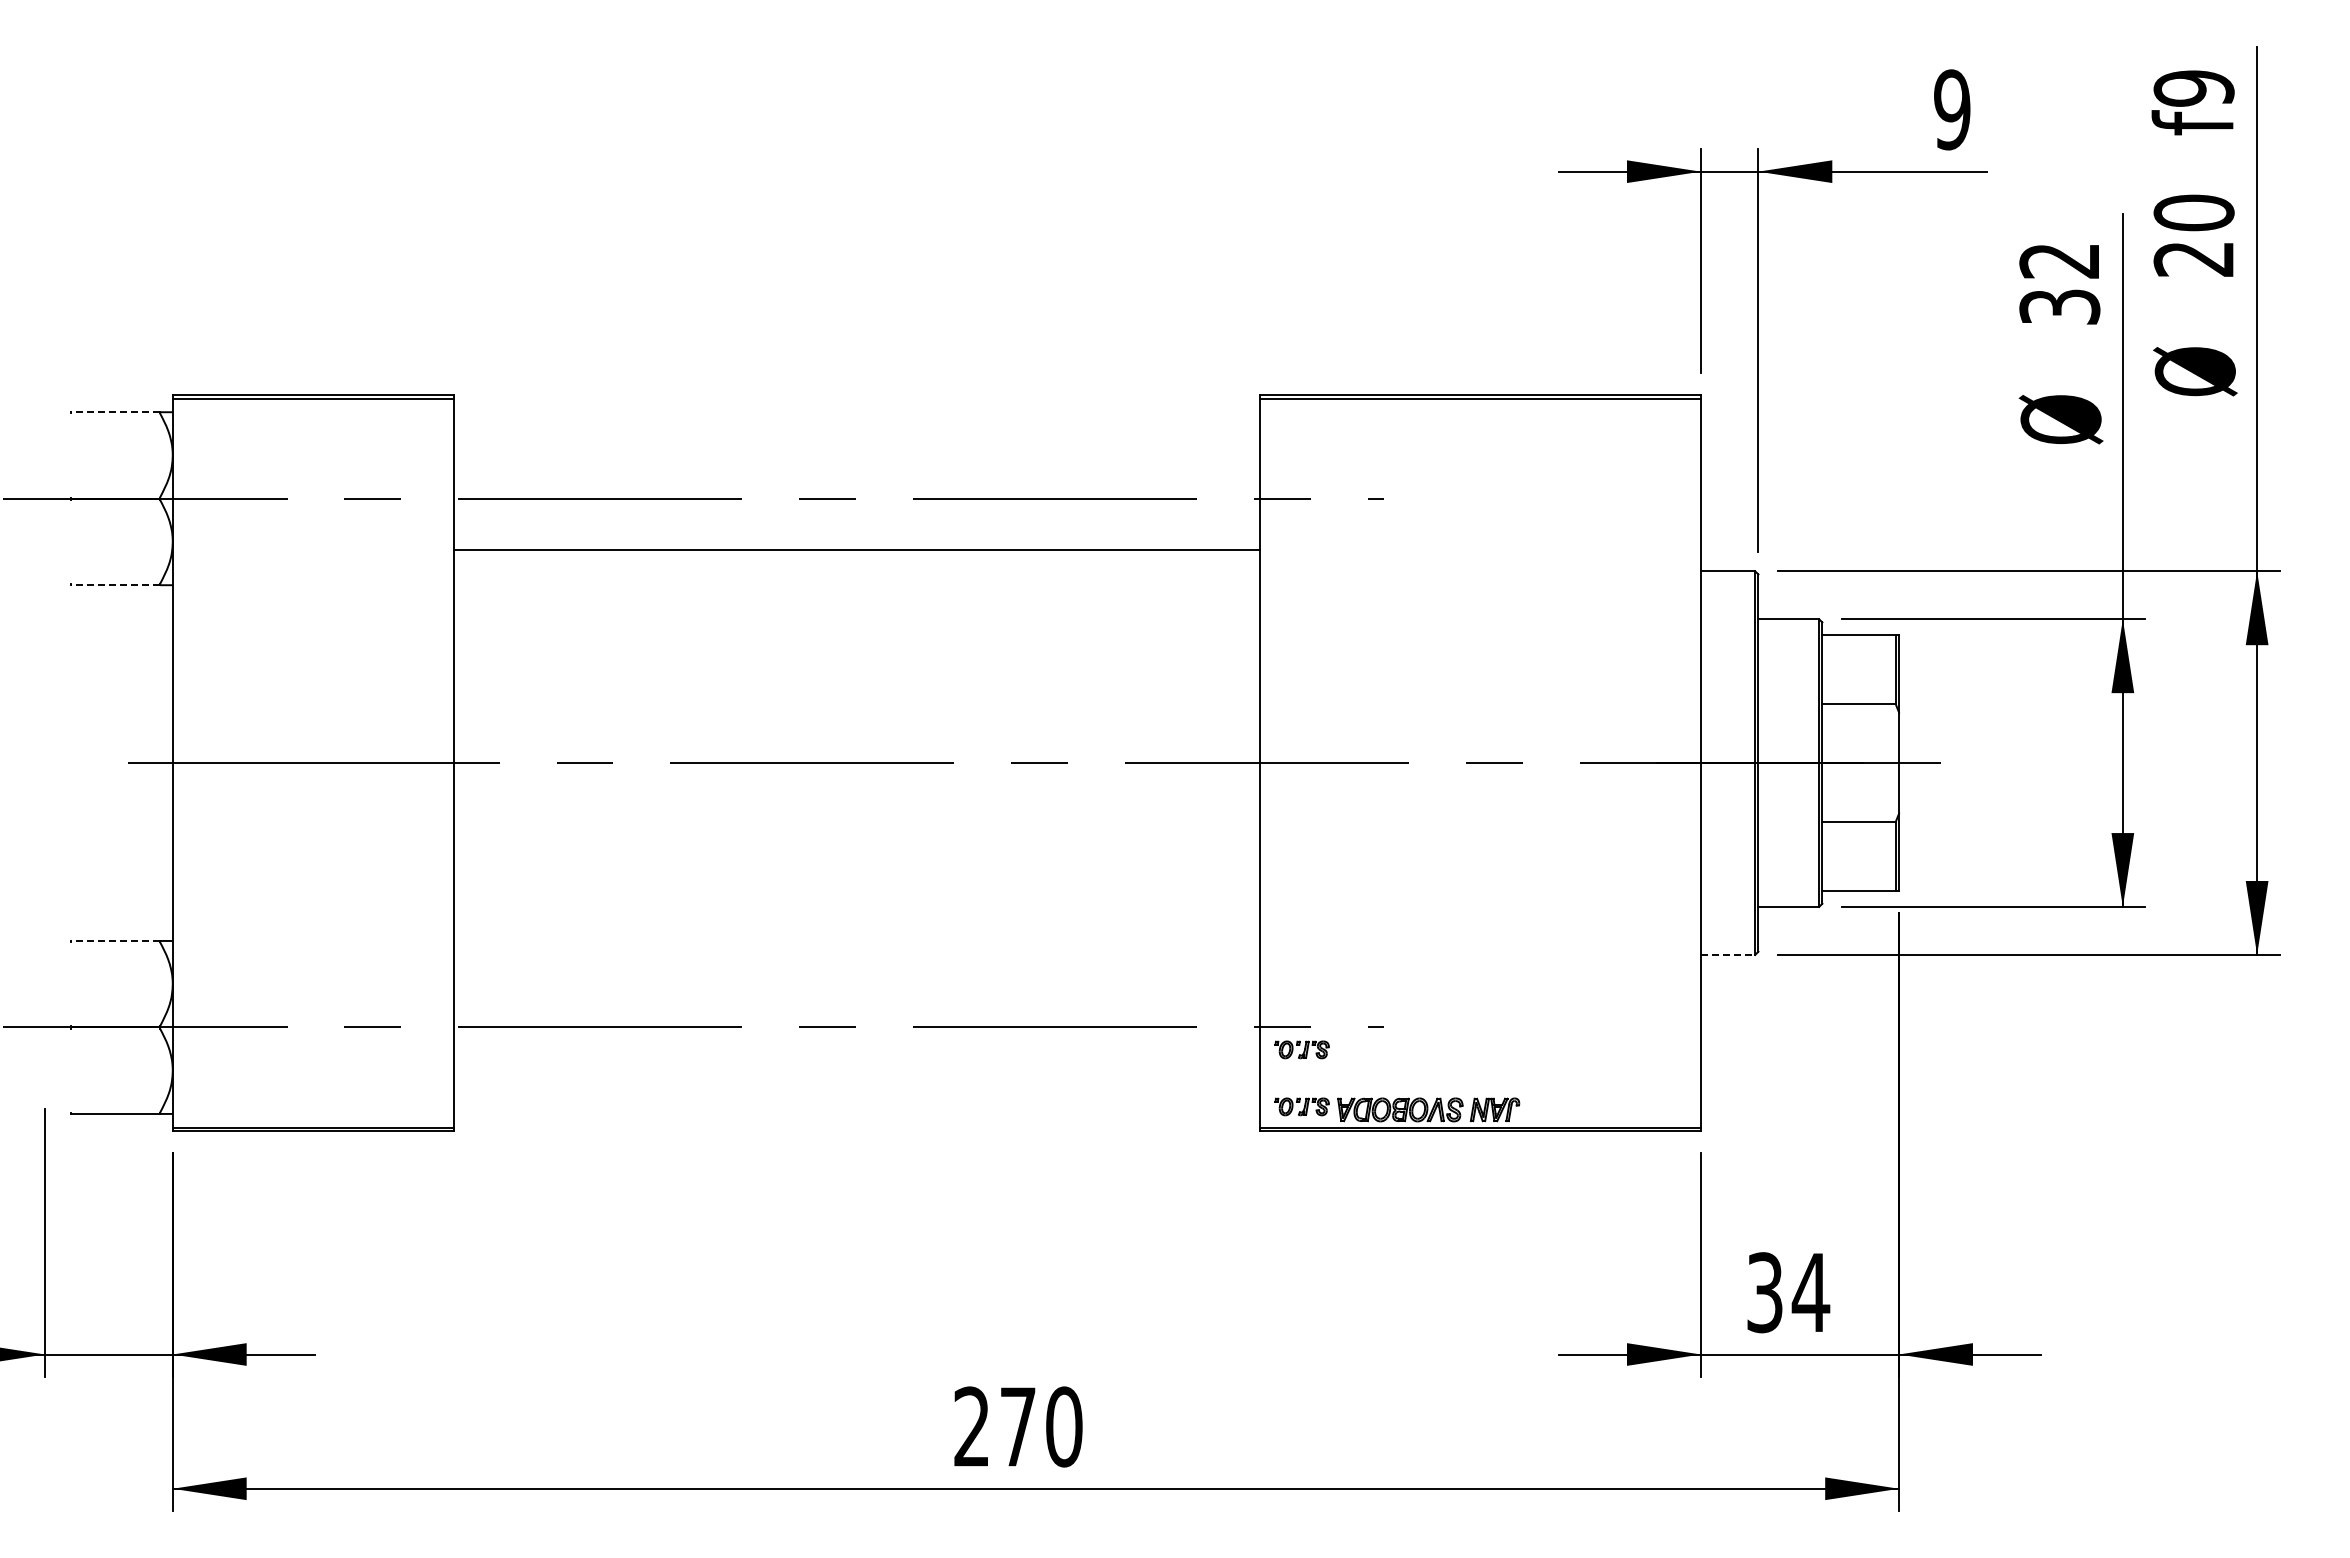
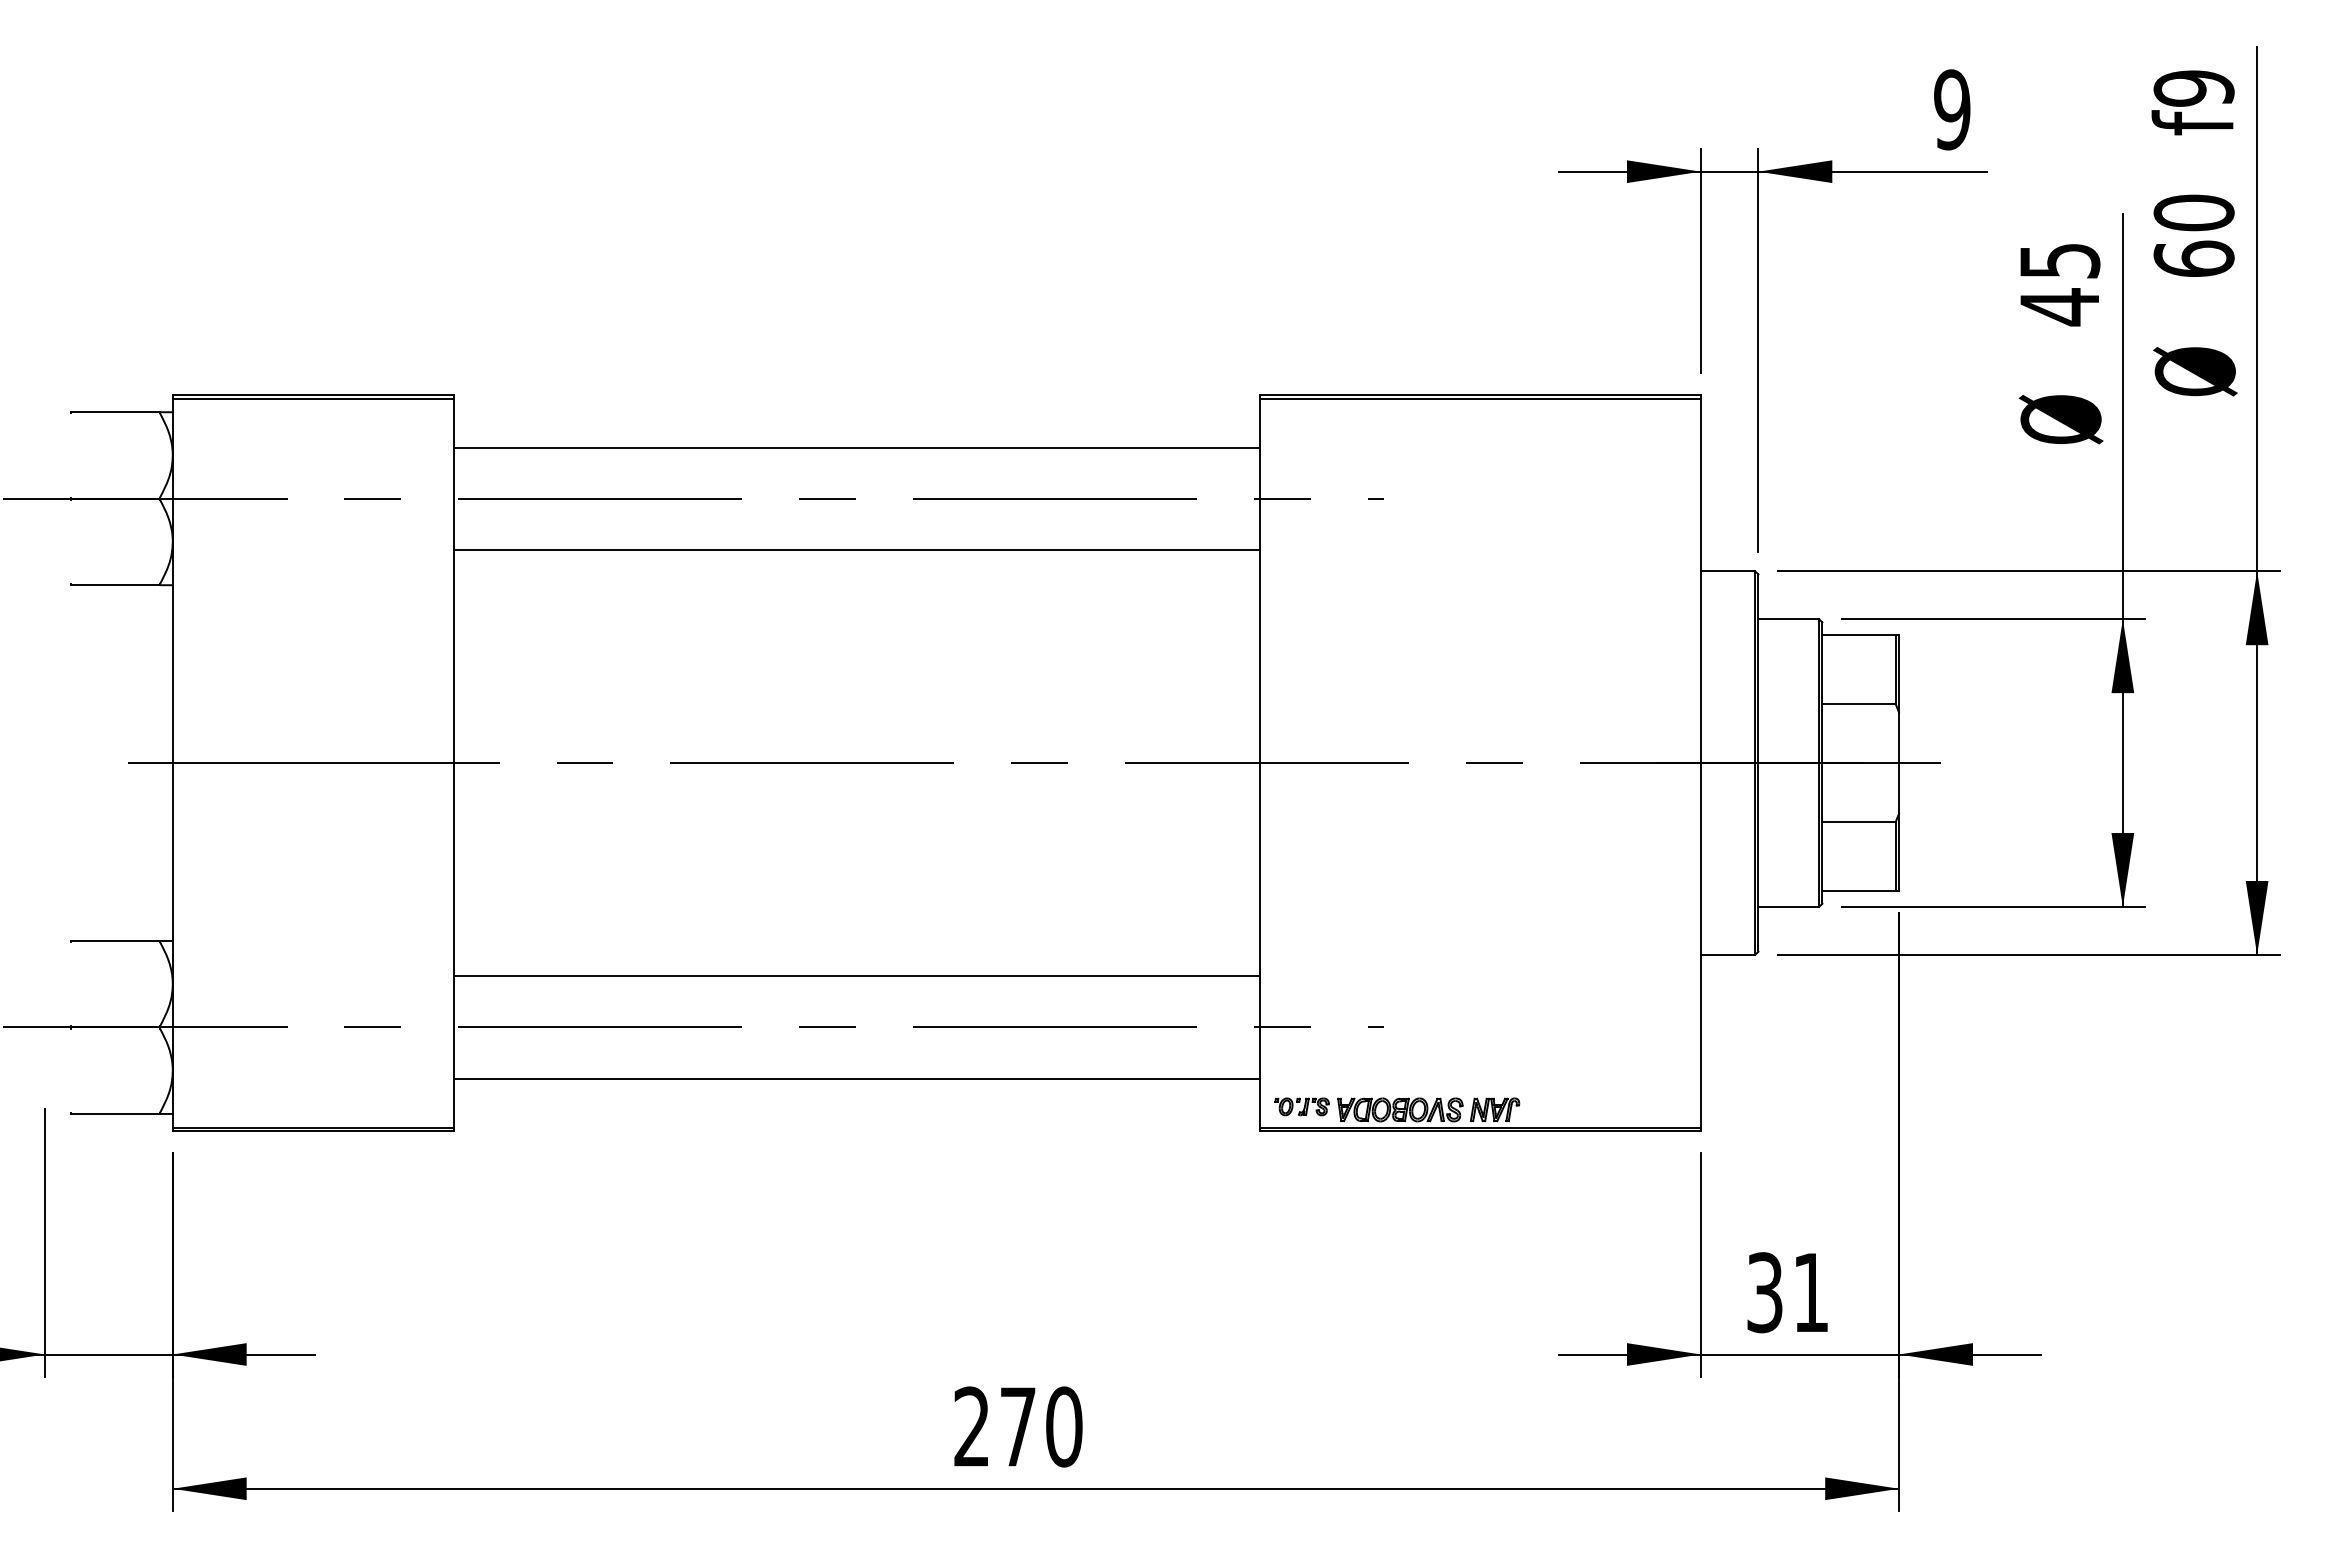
text at (2193, 258): 20 -> 60
text at (2059, 285): 32 -> 45
line at (115, 412): dashed -> solid
line at (856, 447): none -> present
line at (115, 585): dashed -> solid
line at (115, 940): dashed -> solid
line at (1728, 954): dashed -> solid
line at (856, 976): none -> present
part at (1301, 1049): present -> none
line at (856, 1078): none -> present
text at (1810, 1292): 34 -> 31
